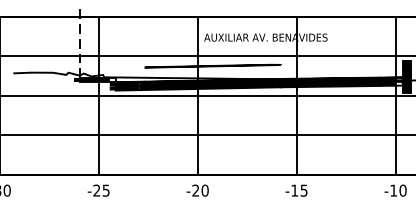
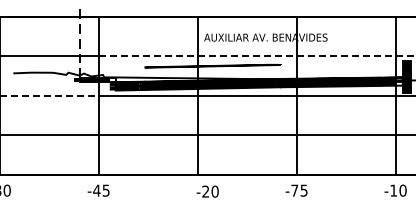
line at (257, 56): solid -> dashed
line at (49, 95): solid -> dashed
text at (96, 190): -25 -> -45
text at (197, 190) position: (197, 190) -> (207, 191)
text at (294, 190): -15 -> -75
